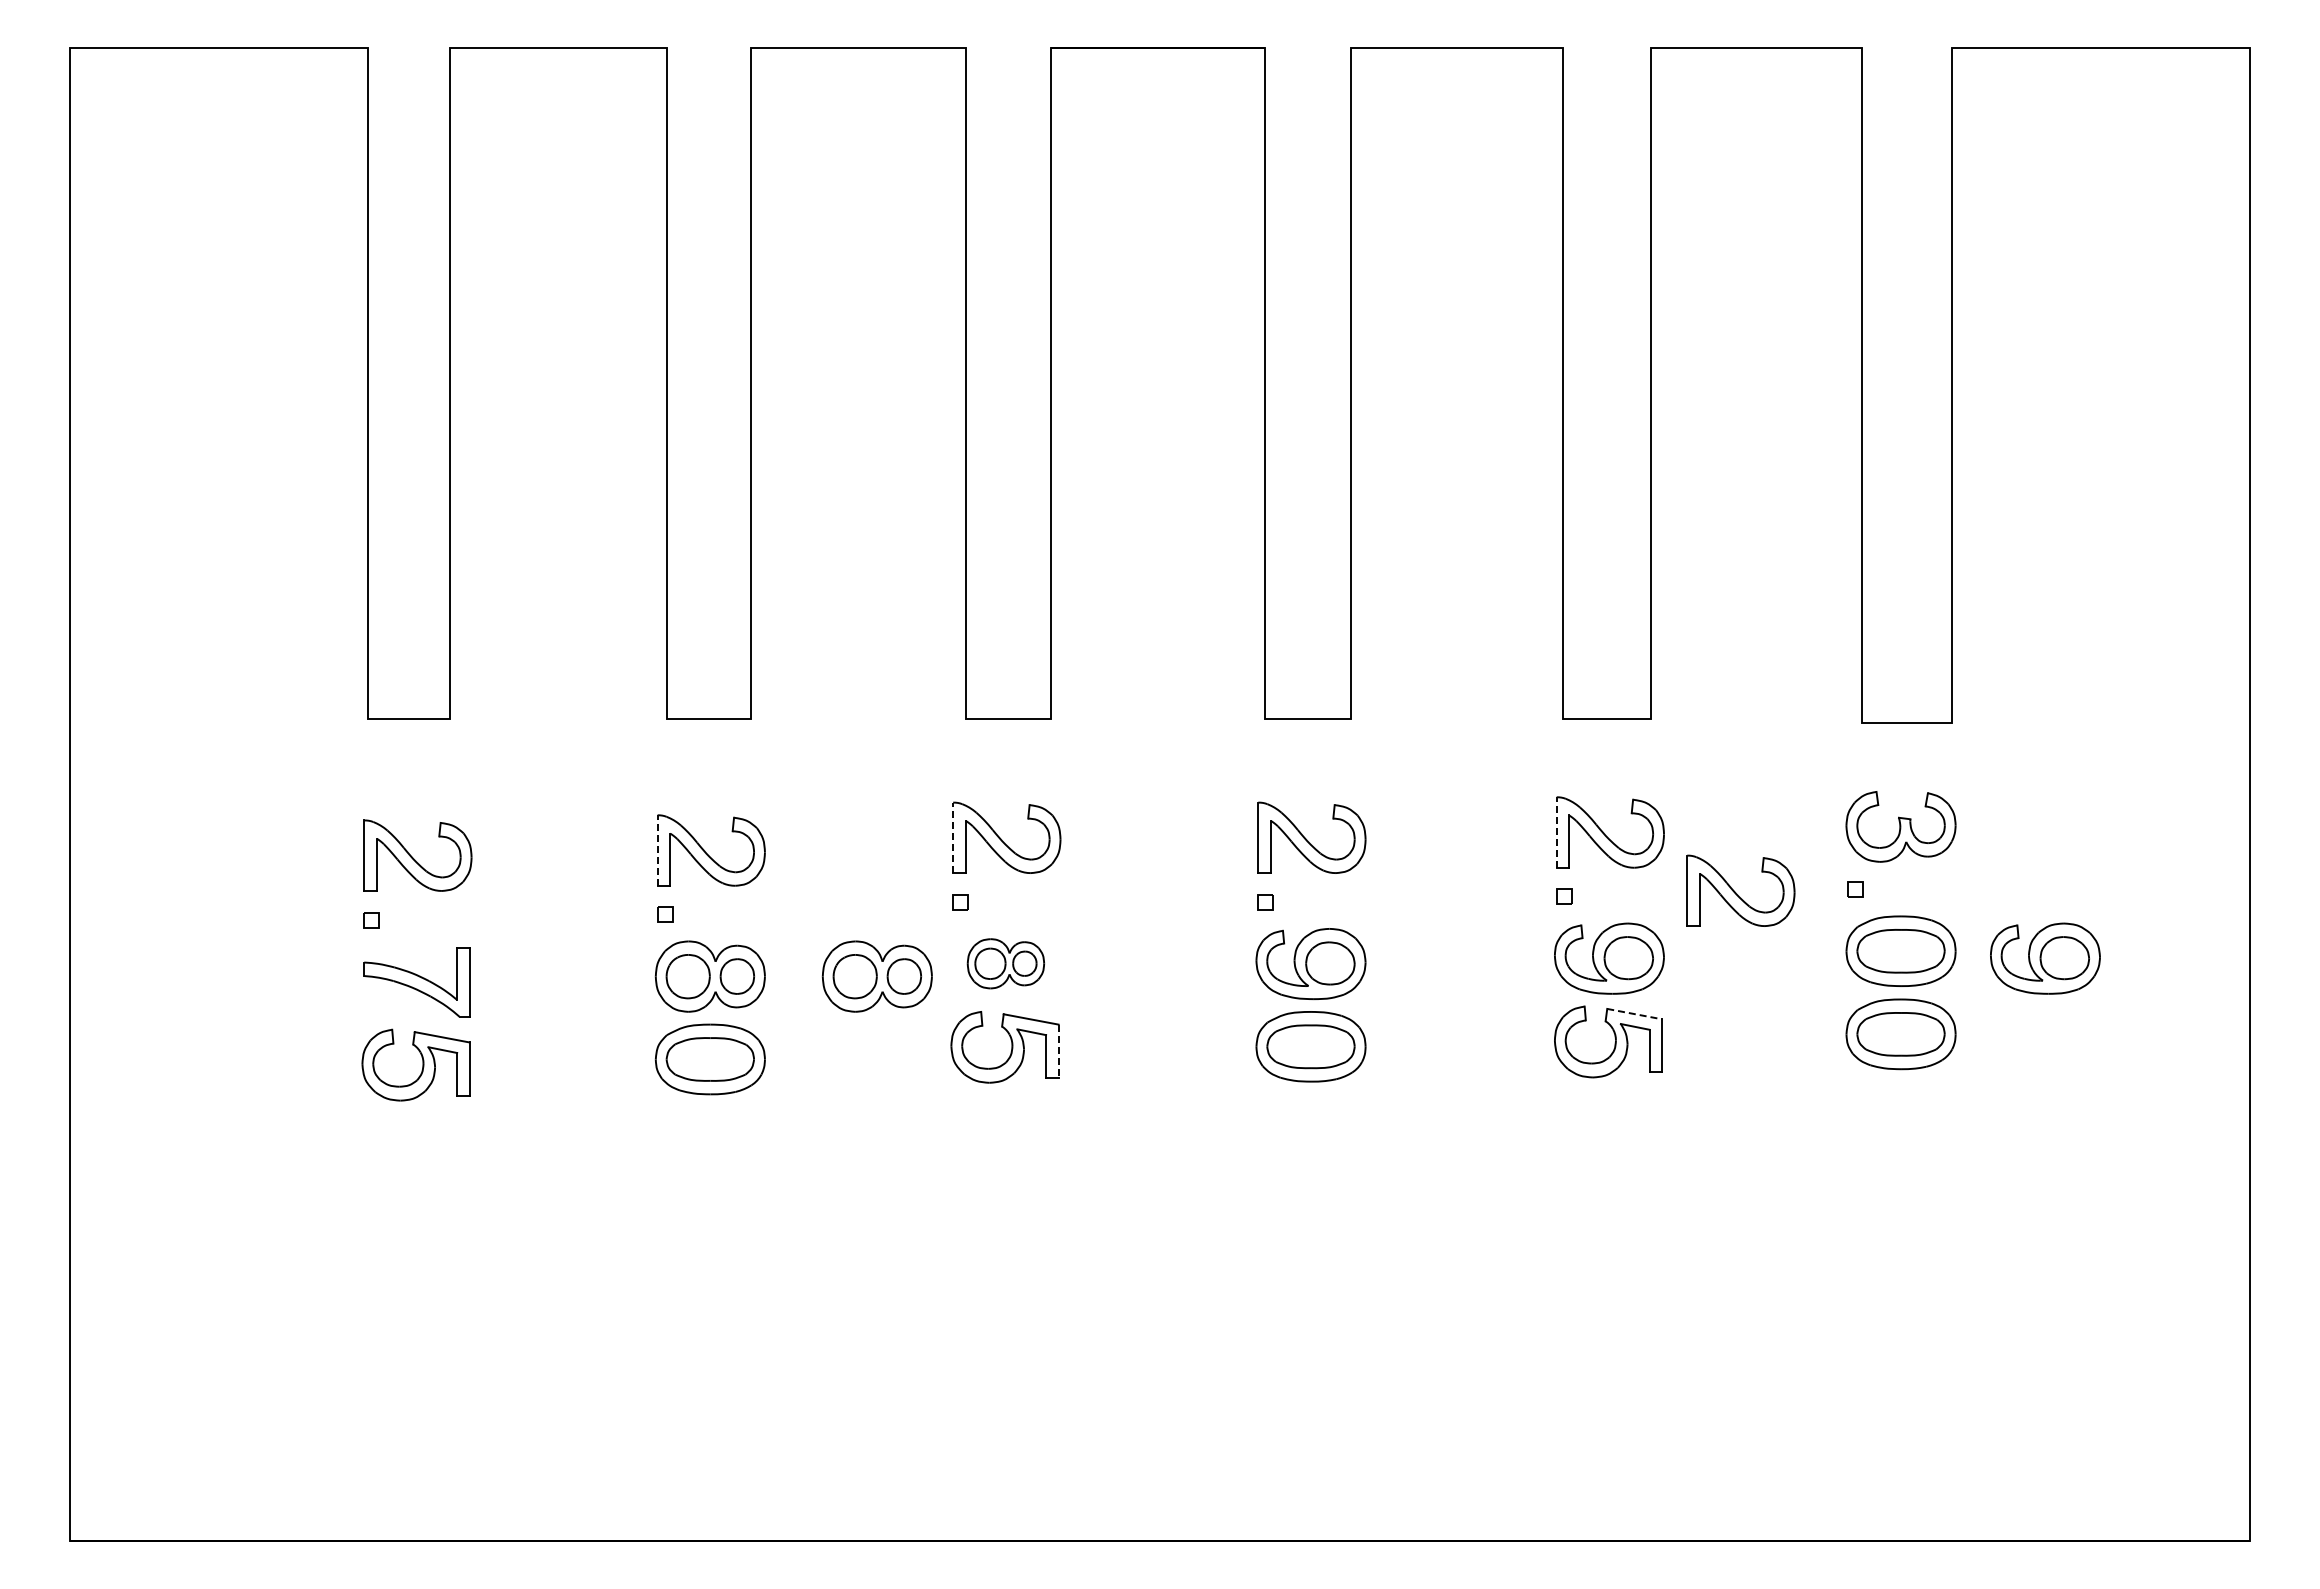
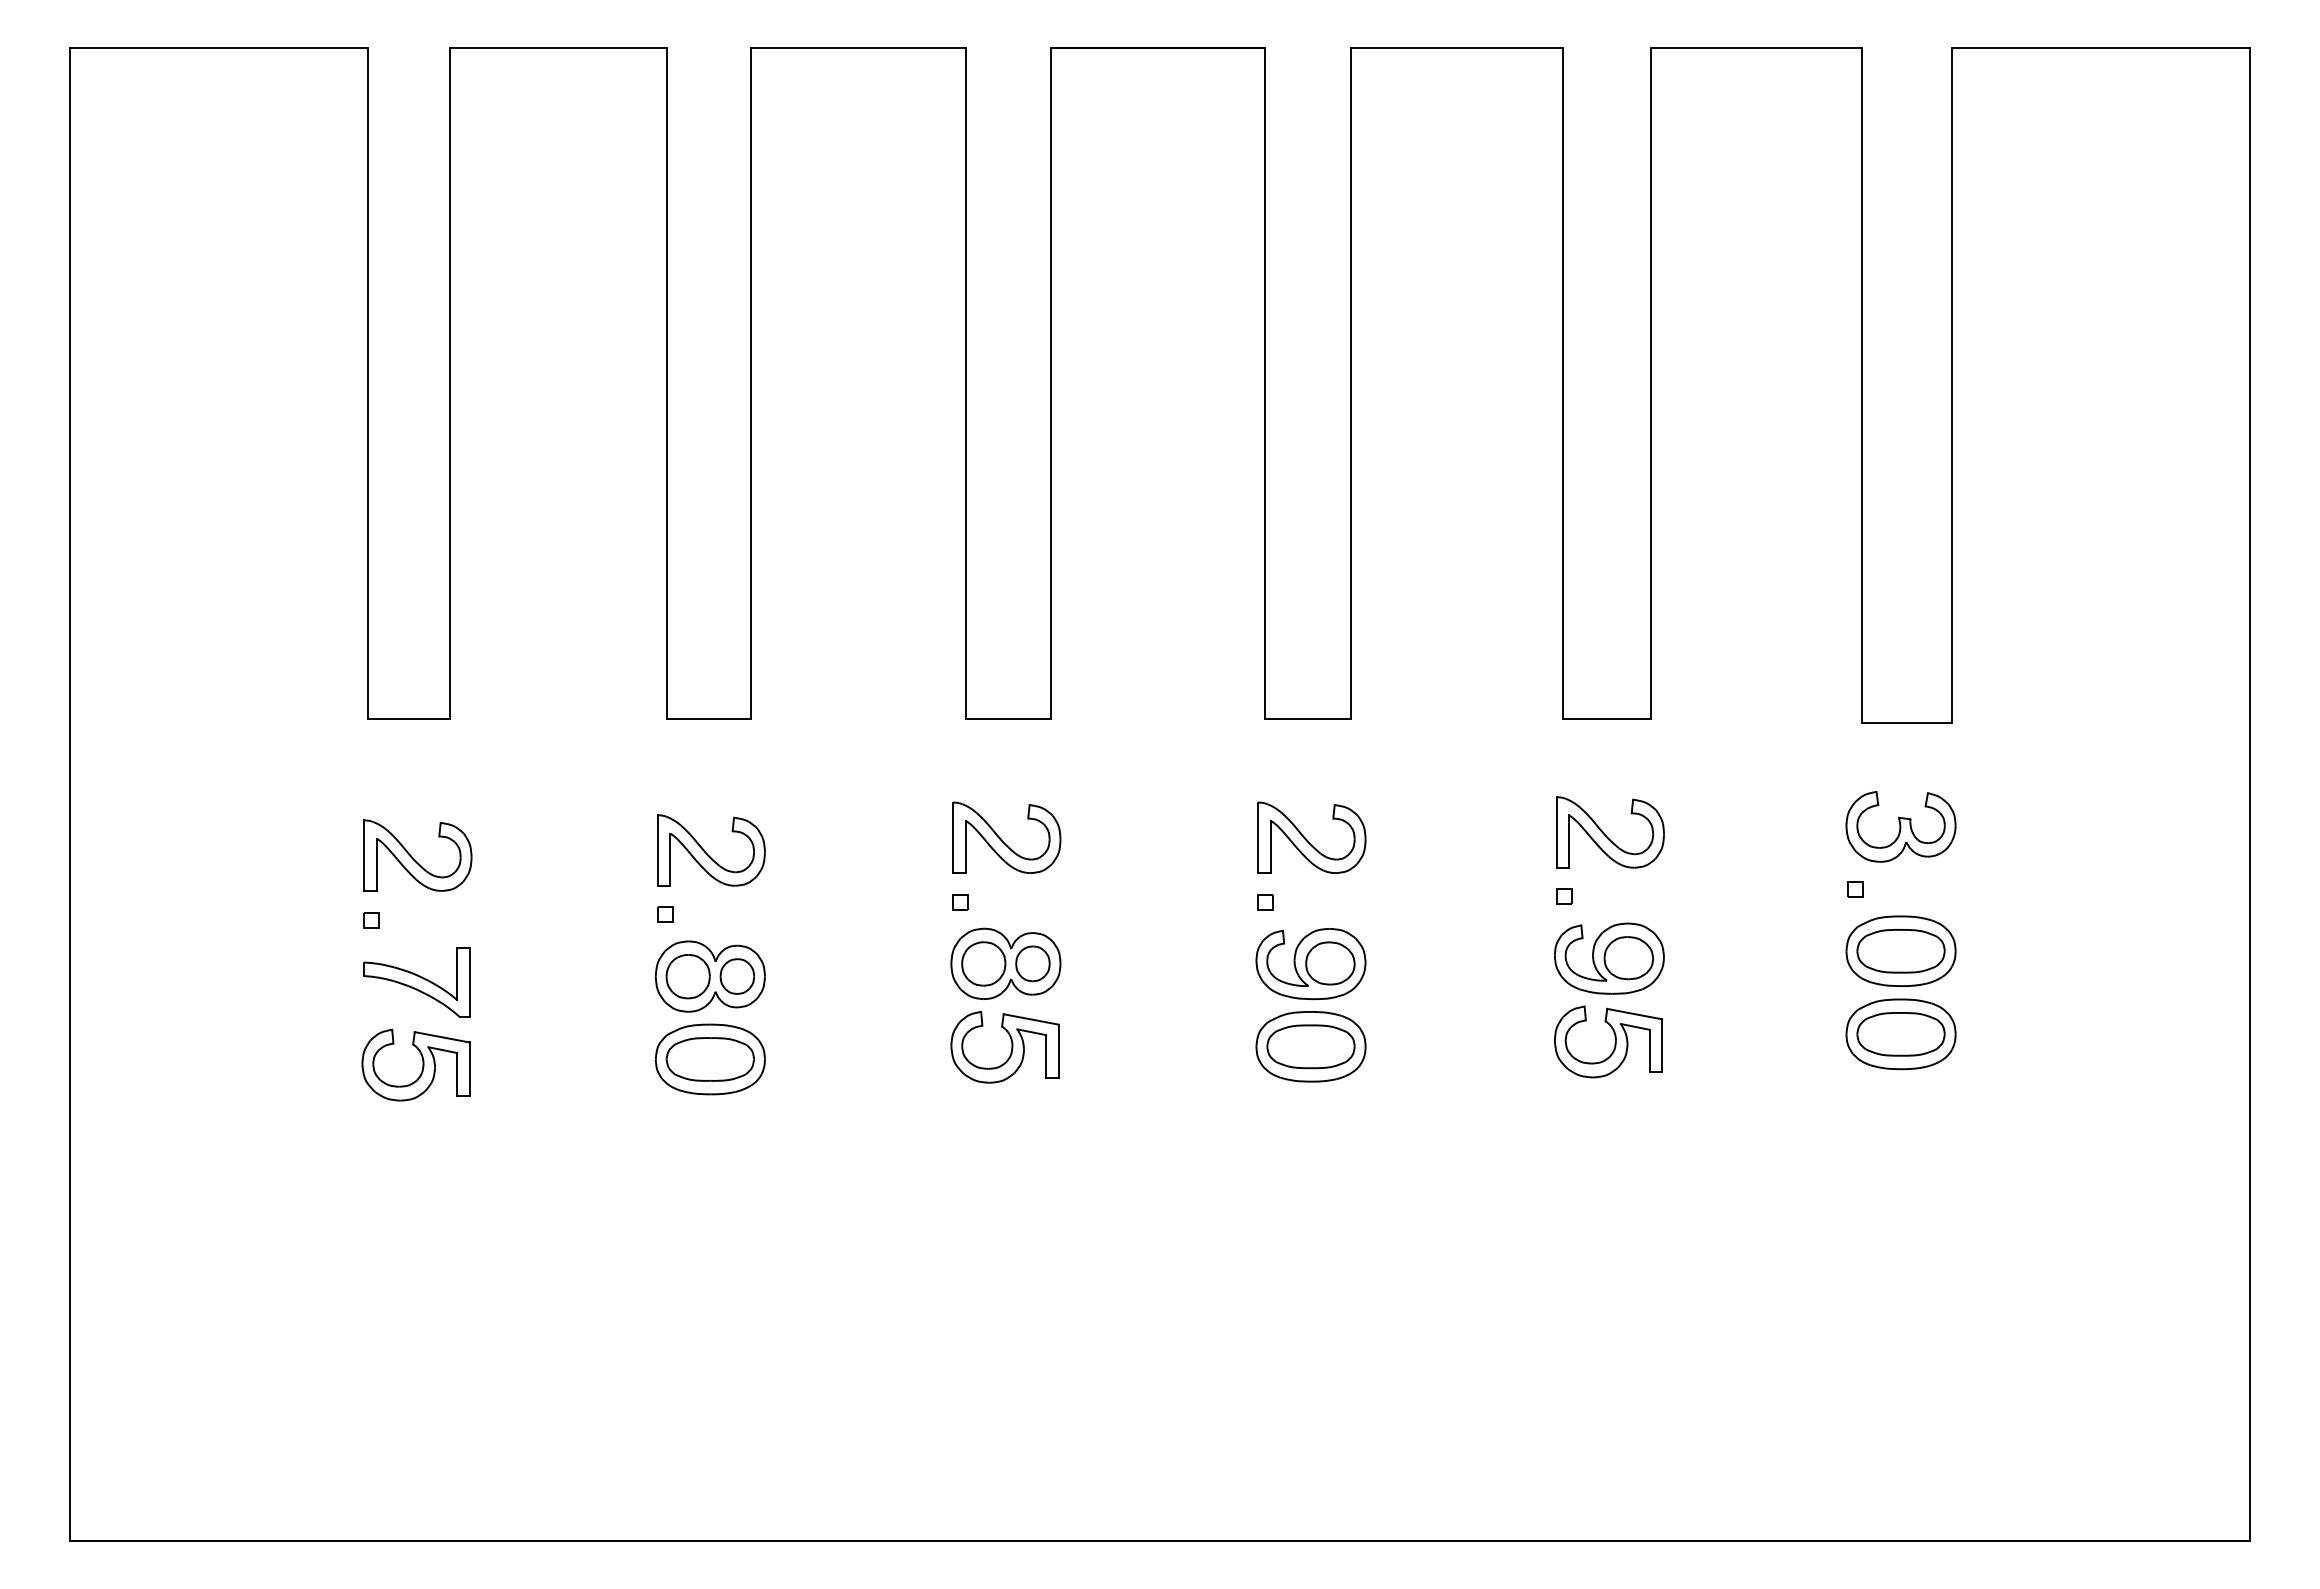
line at (1556, 832): dashed -> solid
line at (953, 837): dashed -> solid
line at (657, 850): dashed -> solid
part at (1740, 890): present -> none
part at (2045, 958): present -> none
part at (1005, 963) size: 79x52 px -> 112x73 px
part at (876, 976): present -> none
line at (1634, 1014): dashed -> solid
line at (1058, 1051): dashed -> solid
